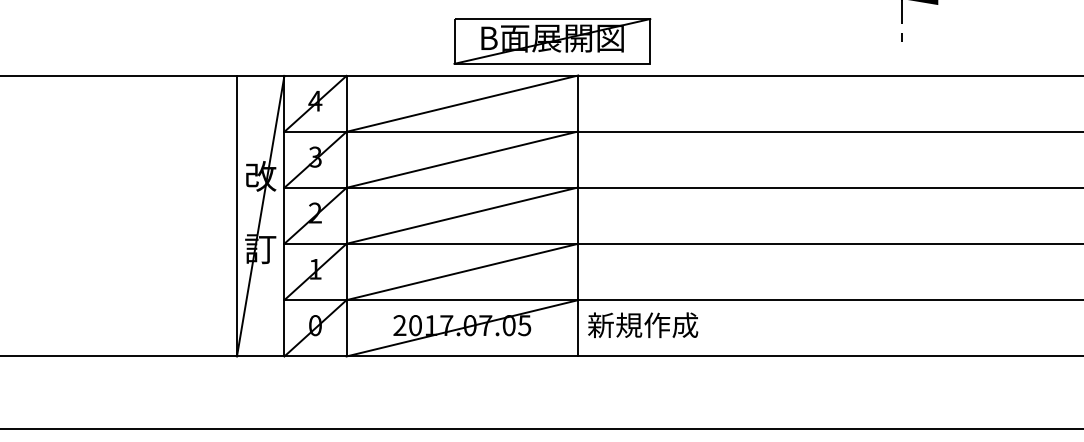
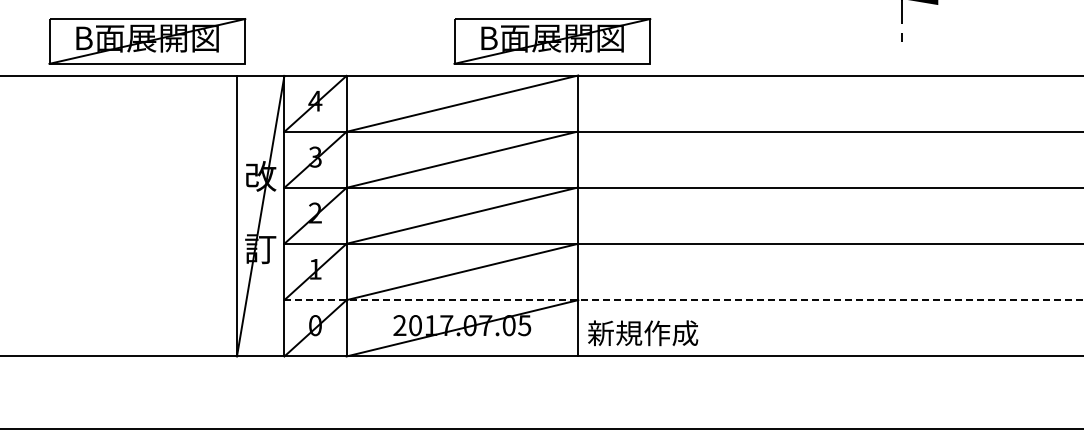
part at (147, 41): none -> present
line at (684, 300): solid -> dashed
text at (643, 325) position: (643, 325) -> (643, 333)
